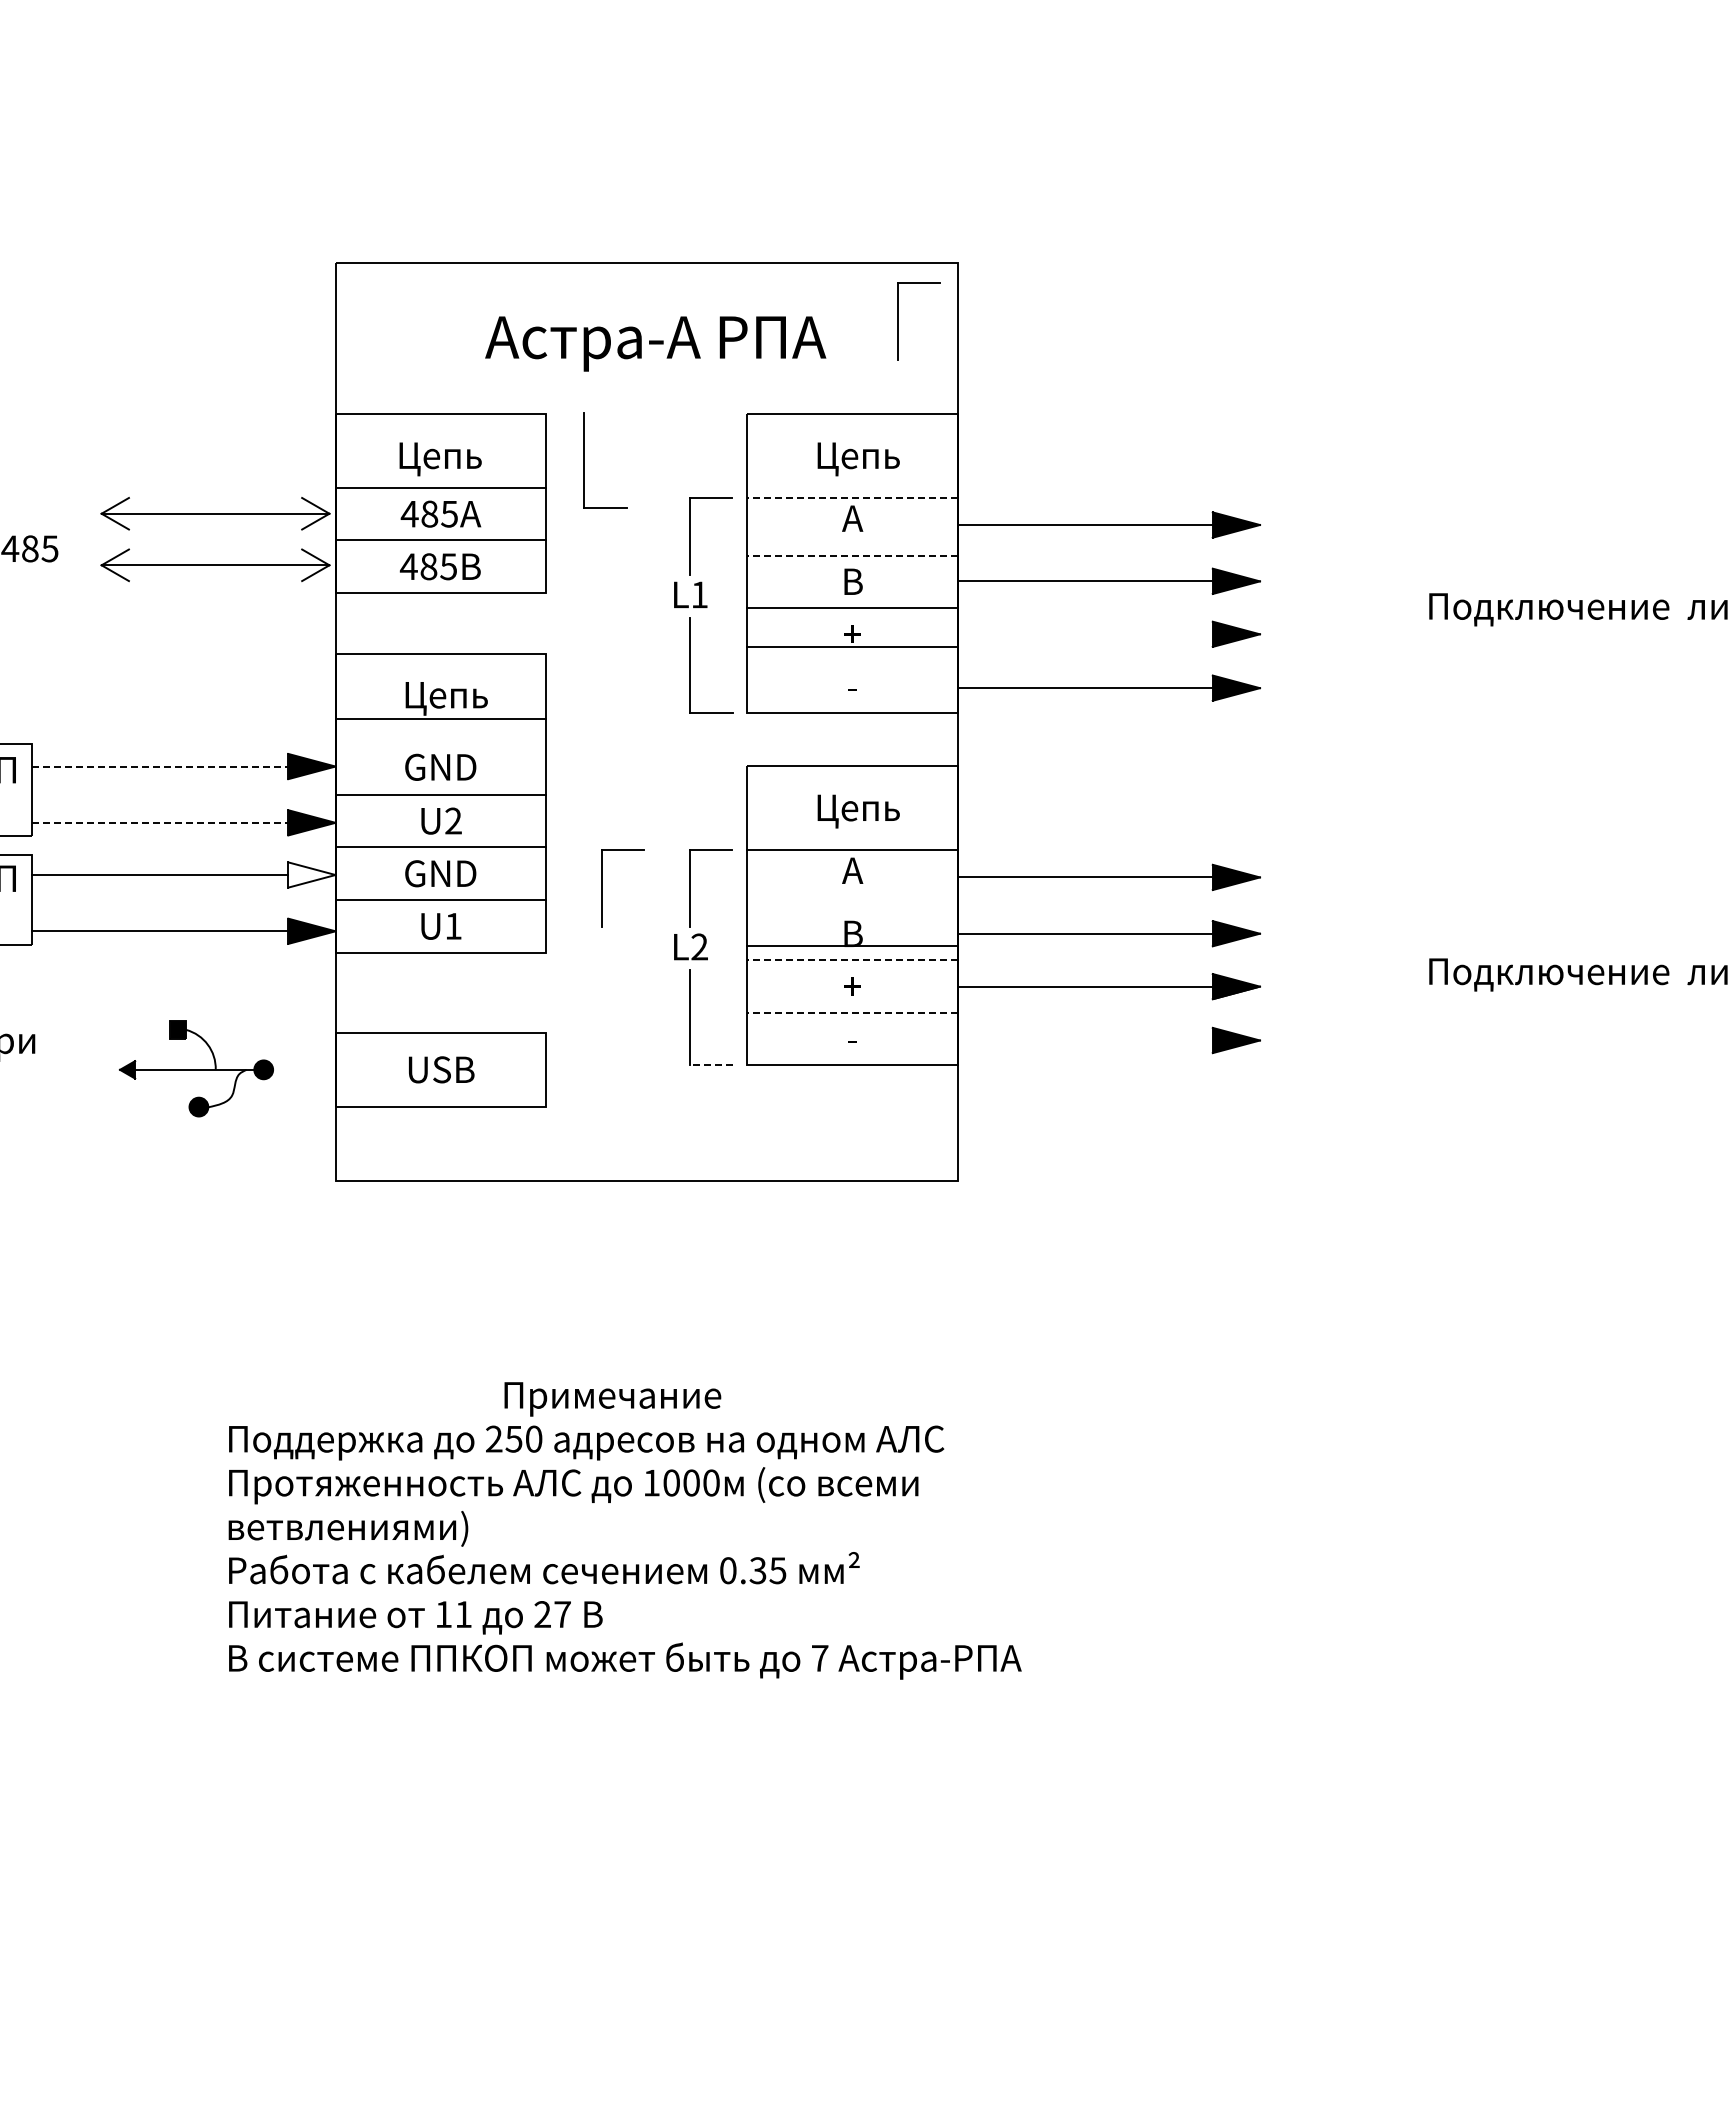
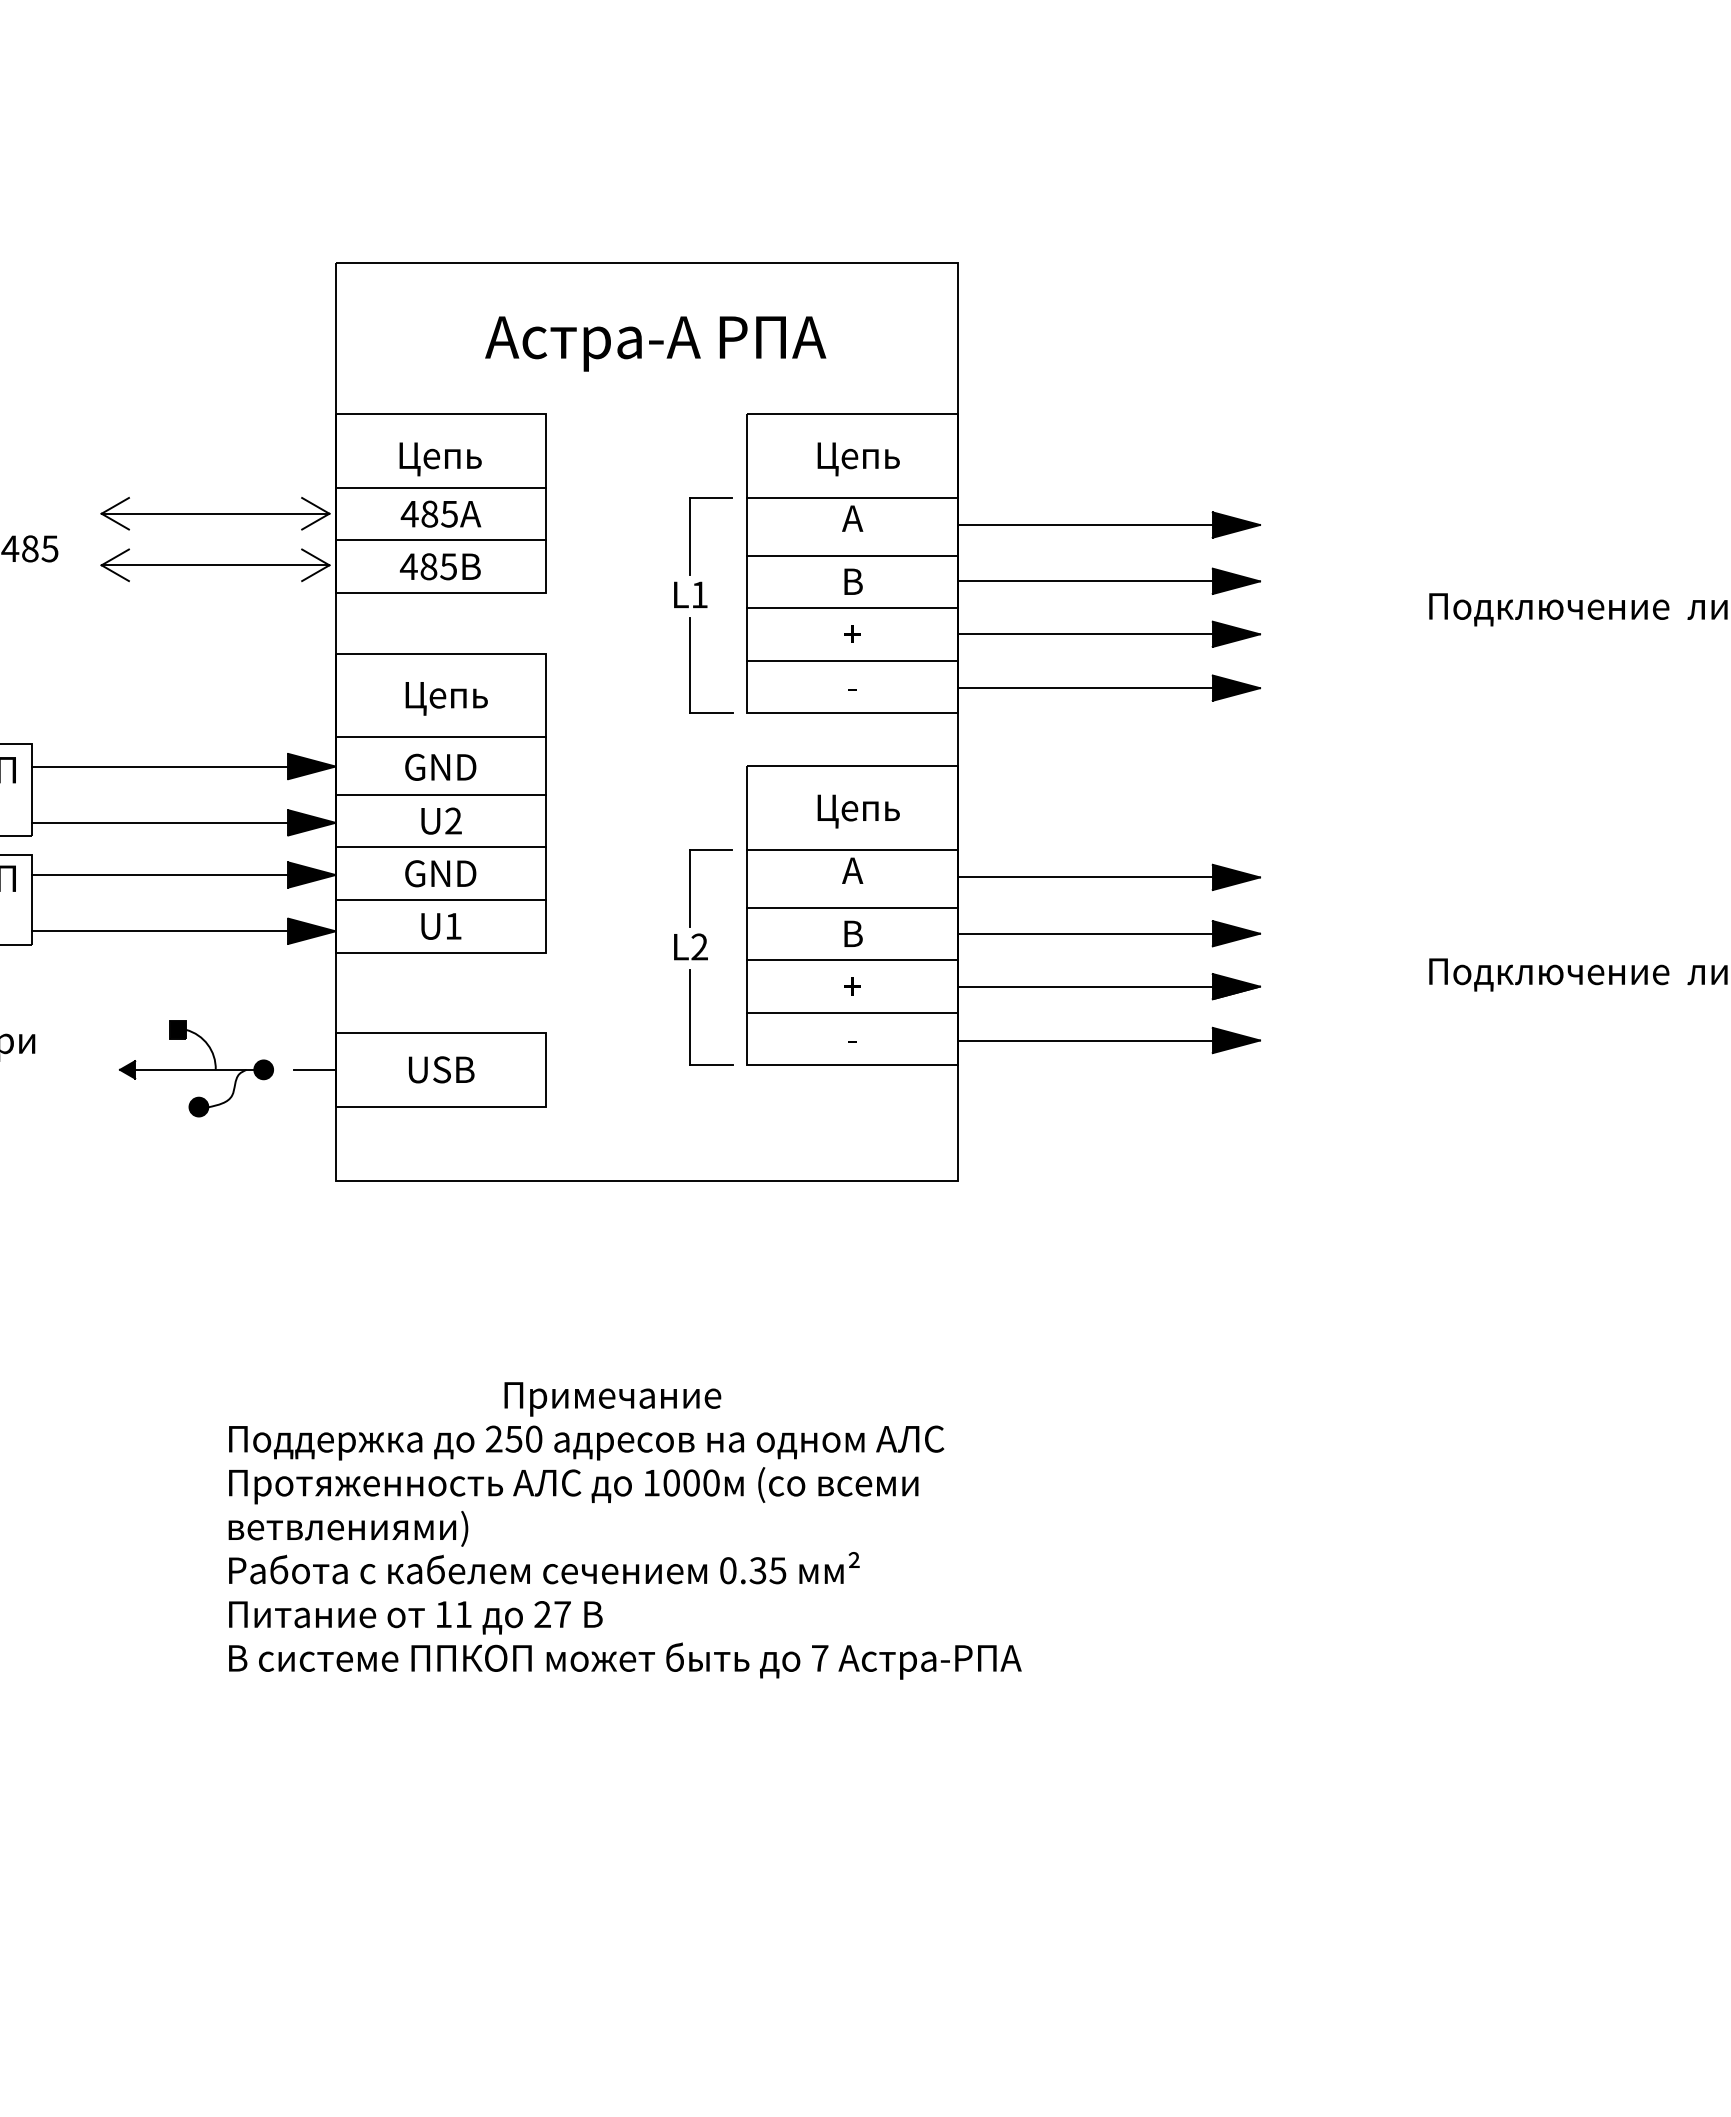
part at (898, 321): present -> none
part at (584, 460): present -> none
line at (852, 497): dashed -> solid
line at (852, 555): dashed -> solid
line at (1084, 634): none -> present
line at (852, 646) position: (852, 646) -> (852, 660)
line at (440, 719) position: (440, 719) -> (440, 737)
line at (160, 766): dashed -> solid
line at (160, 822): dashed -> solid
fill at (311, 874): none -> present
part at (602, 888): present -> none
line at (852, 945) position: (852, 945) -> (852, 907)
line at (852, 960): dashed -> solid
line at (852, 1012): dashed -> solid
line at (1084, 1040): none -> present
line at (710, 1065): dashed -> solid
line at (314, 1069): none -> present
